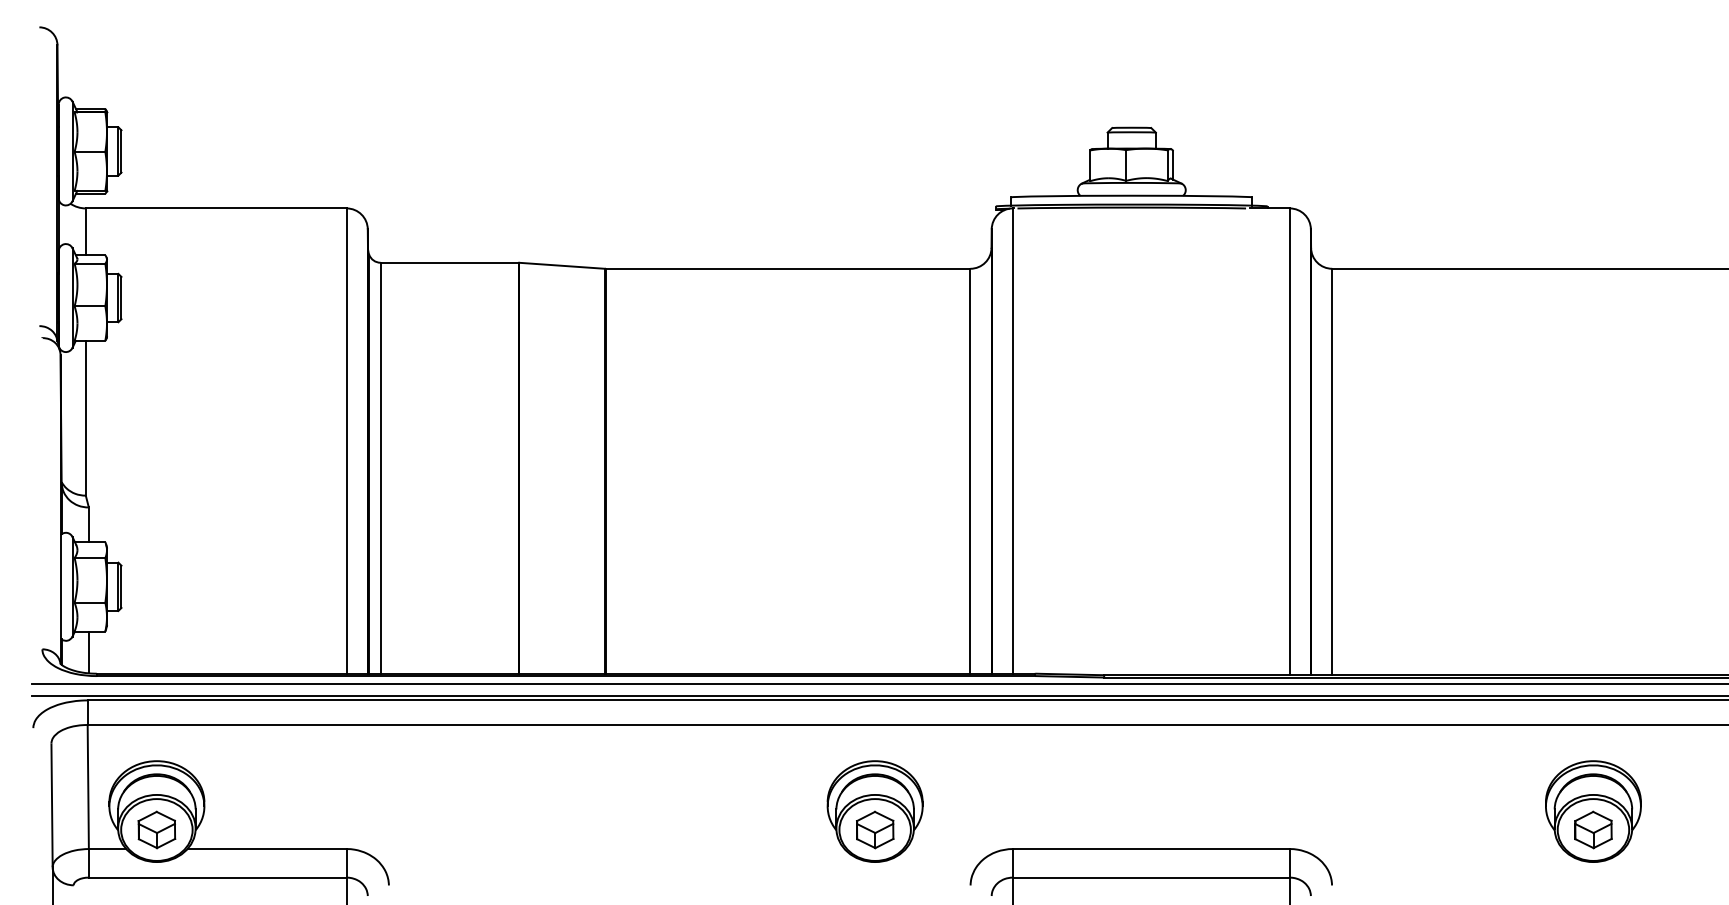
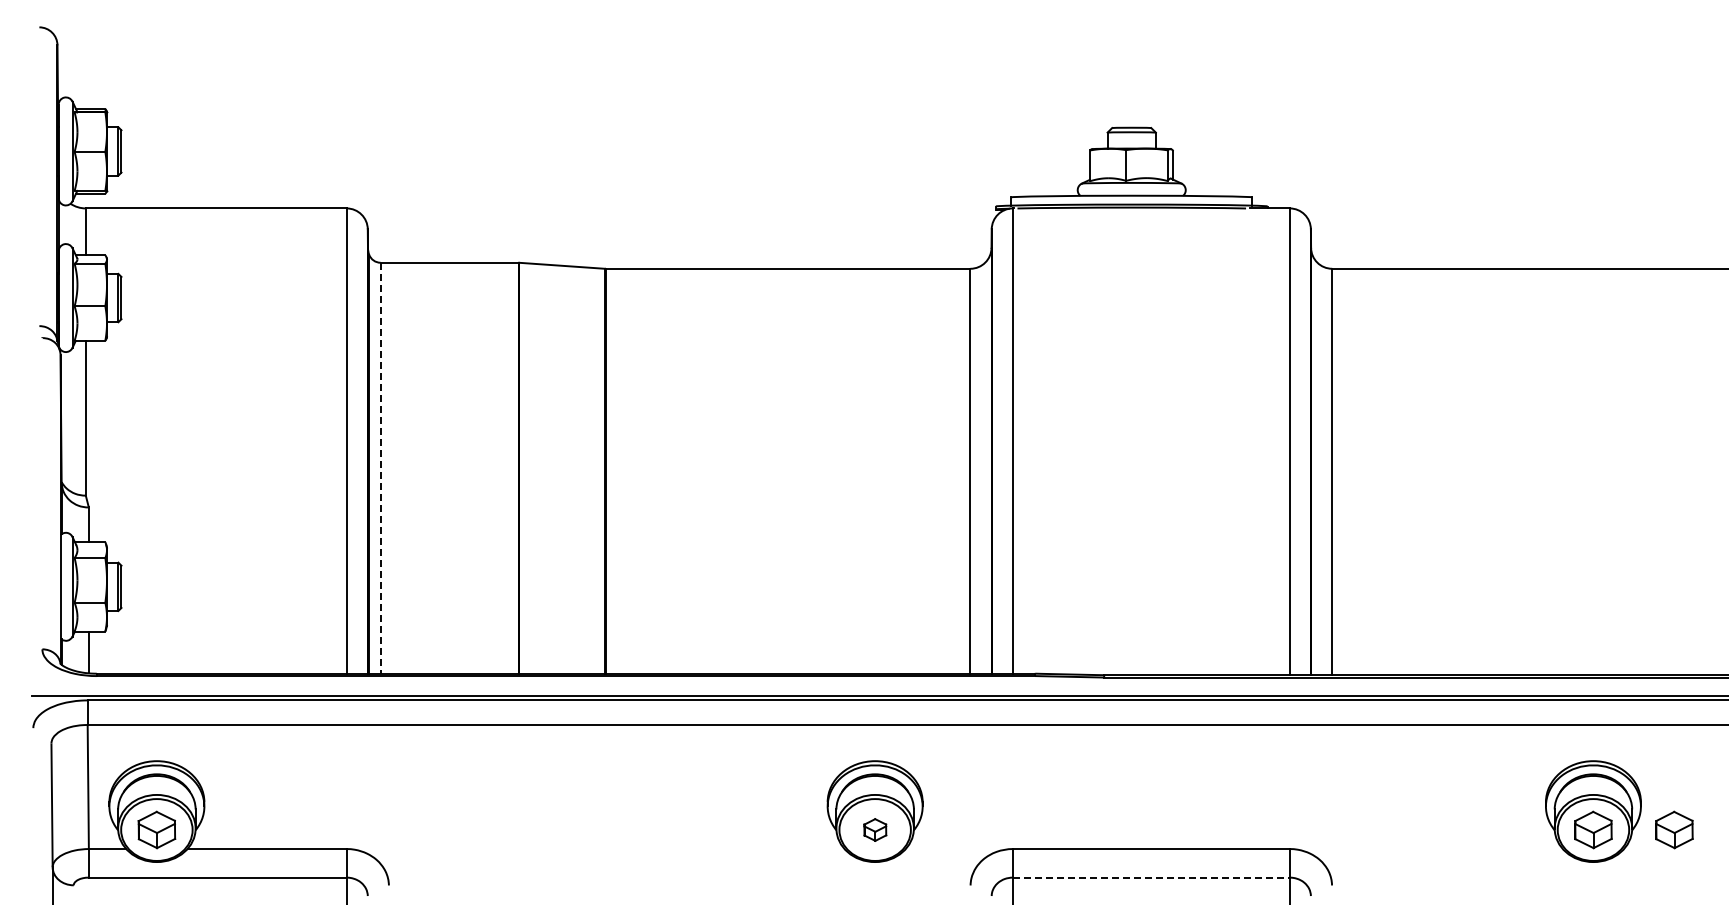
line at (380, 468): solid -> dashed
line at (878, 683): present -> none
part at (875, 829) size: 39x40 px -> 25x24 px
part at (1674, 829): none -> present
line at (1151, 877): solid -> dashed
